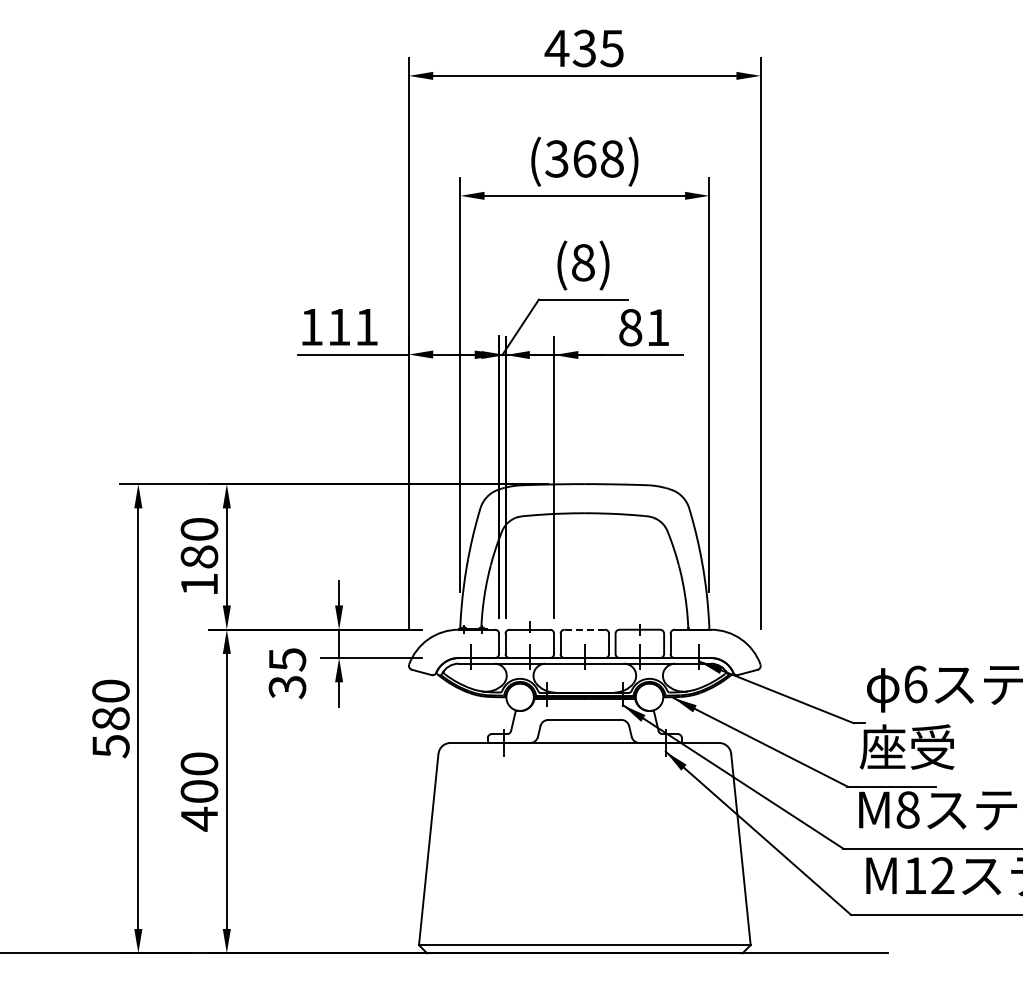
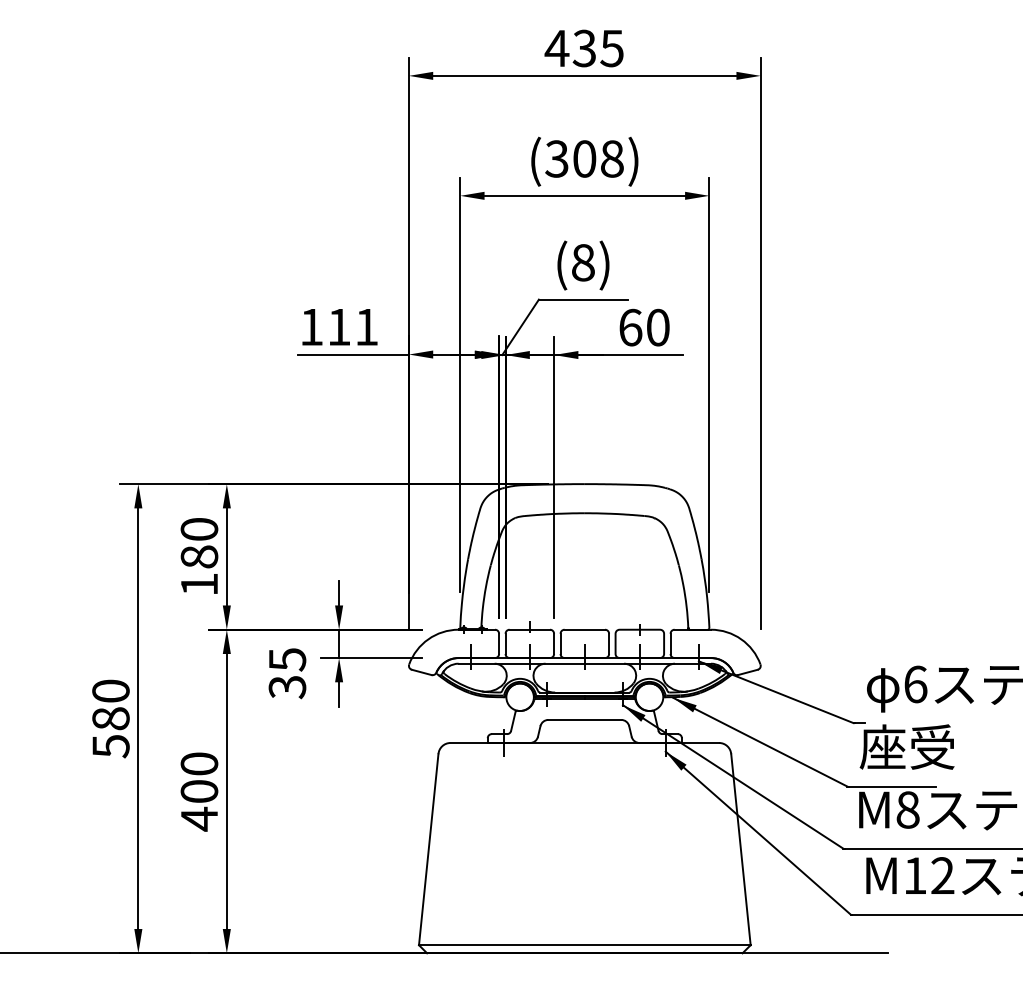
text at (584, 158): (368) -> (308)
text at (644, 327): 81 -> 60
line at (584, 629): dashed -> solid
